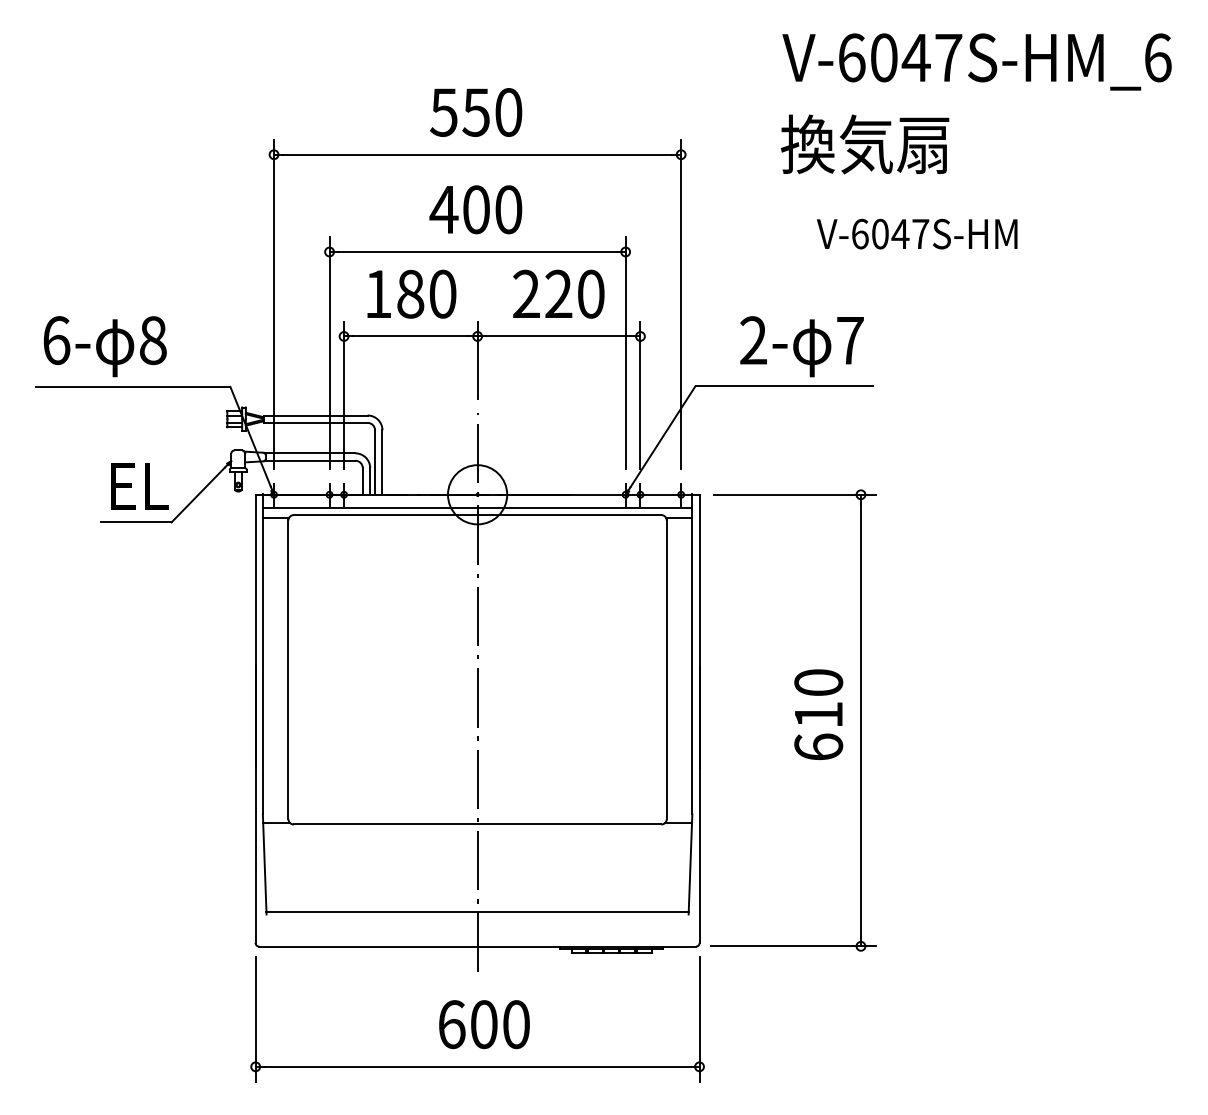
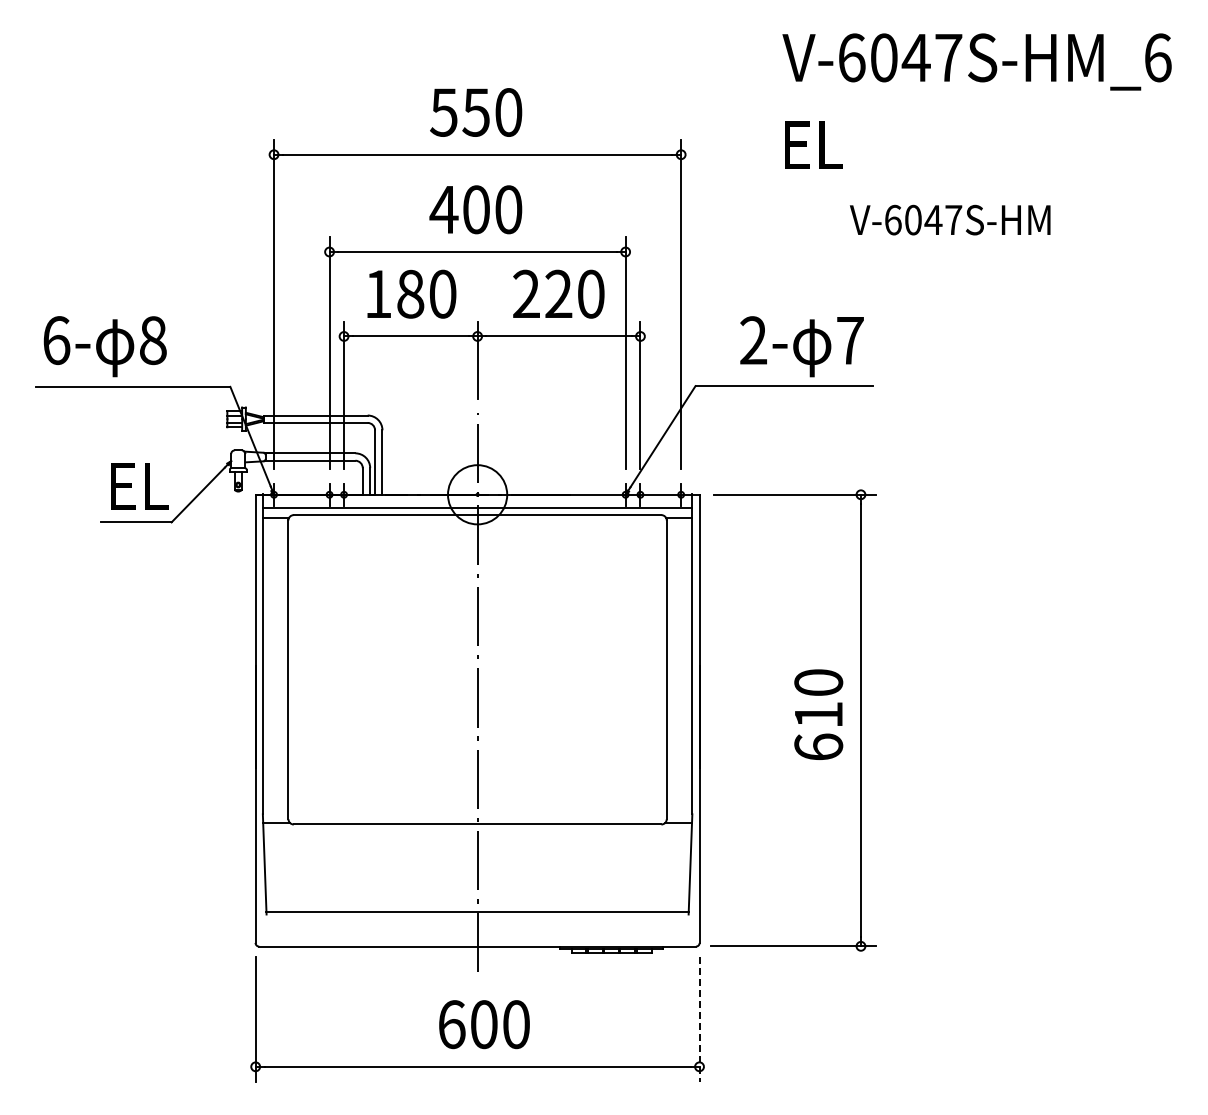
text at (865, 144): 換気扇 -> EL
text at (917, 233) position: (917, 233) -> (950, 219)
line at (699, 1020): solid -> dashed
